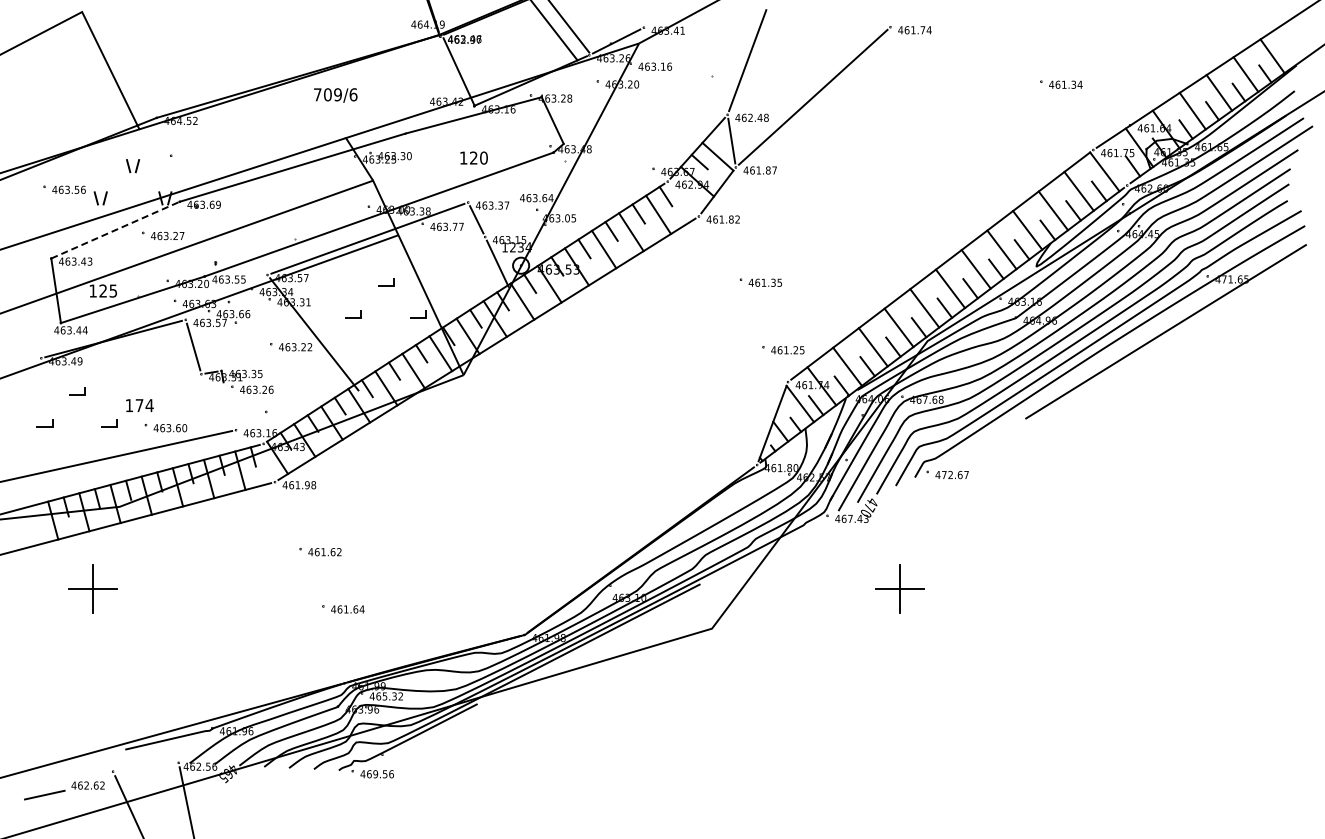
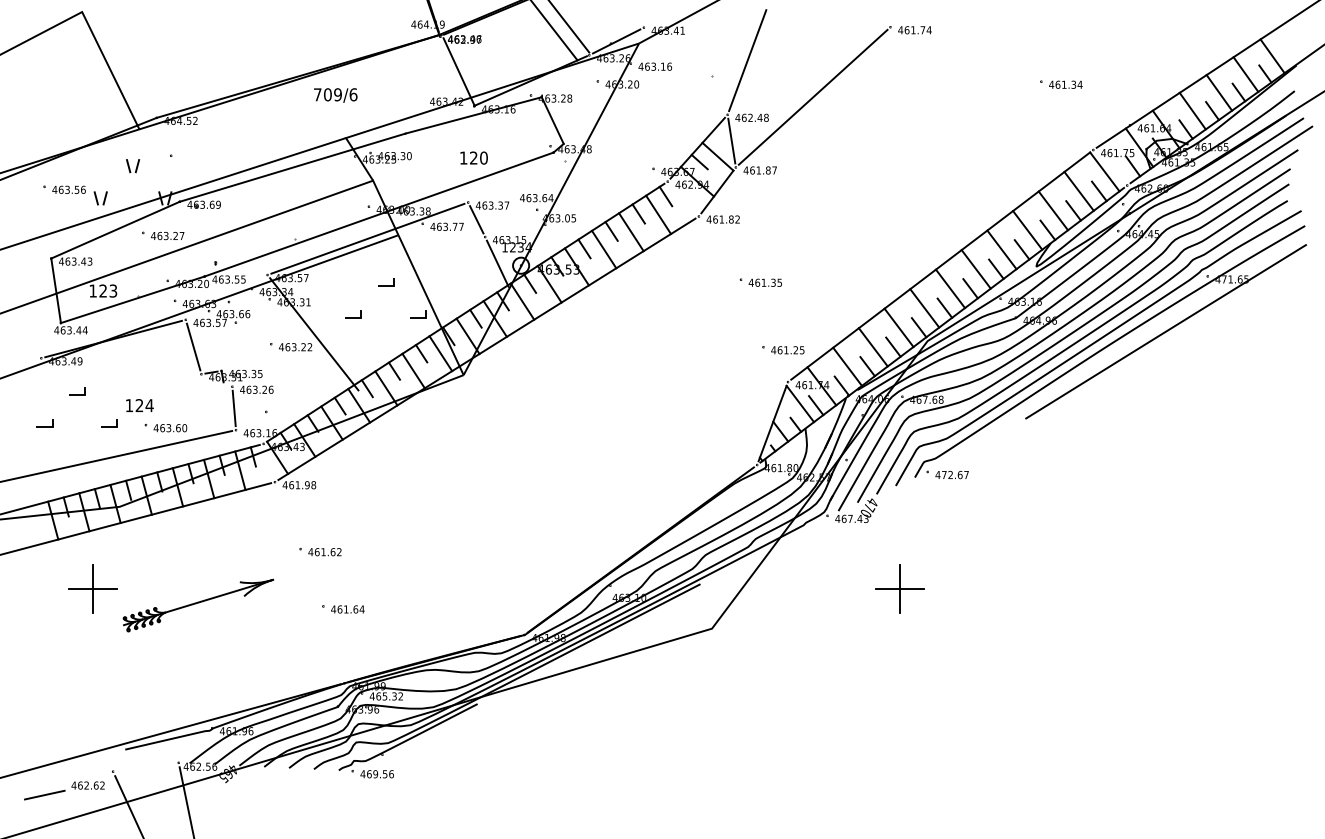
line at (115, 229): dashed -> solid
text at (113, 290): 125 -> 123
text at (139, 405): 174 -> 124
line at (233, 408): none -> present
part at (198, 605): none -> present
